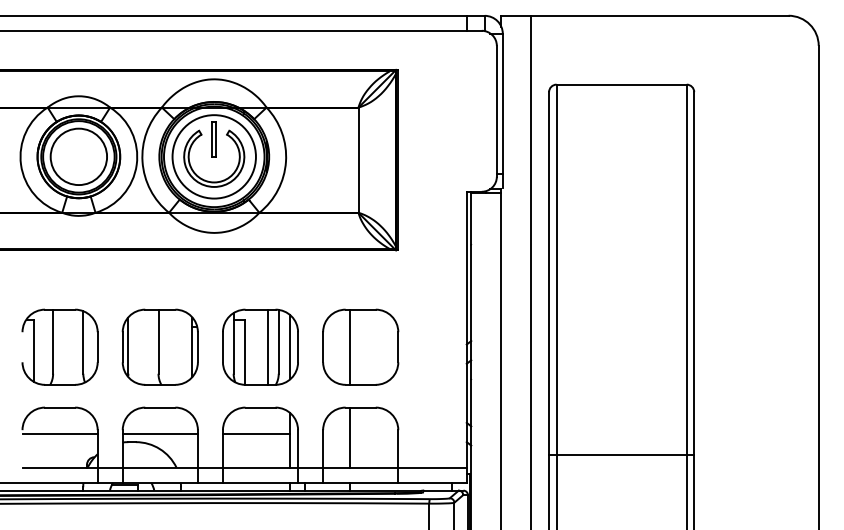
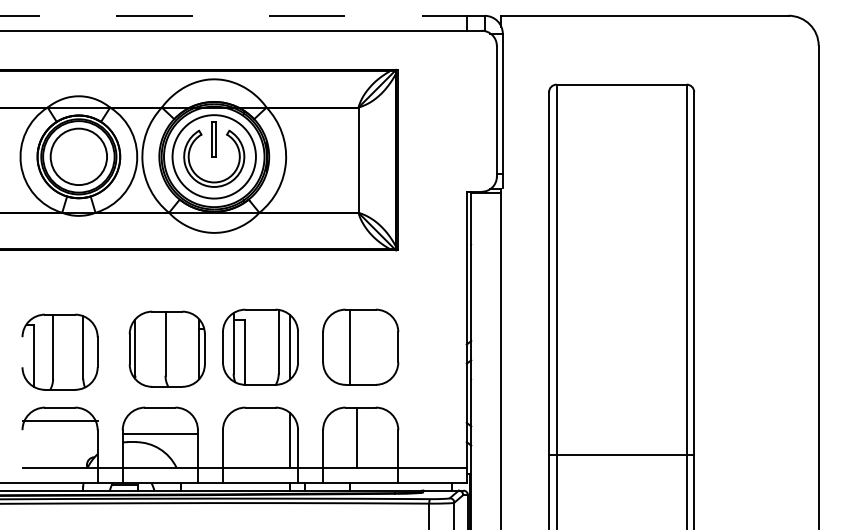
line at (233, 15): solid -> dashed
line at (531, 270): present -> none
part at (59, 346) position: (59, 346) -> (59, 351)
part at (159, 346) position: (159, 346) -> (166, 348)
line at (267, 346): present -> none
line at (59, 433) position: (59, 433) -> (59, 420)
line at (256, 433): present -> none
line at (350, 437) position: (350, 437) -> (357, 437)
